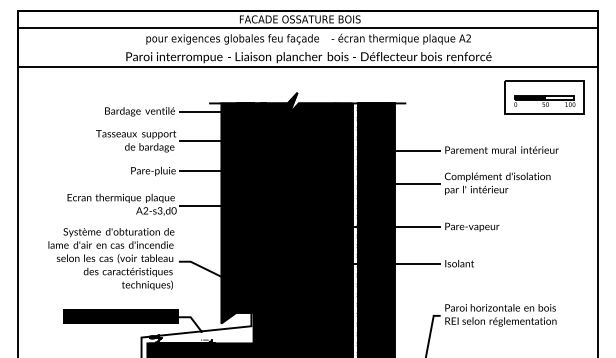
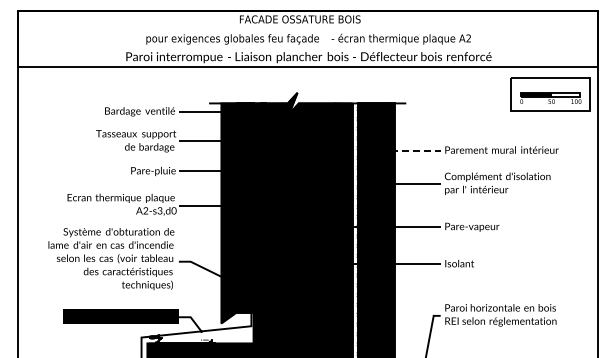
line at (307, 28): present -> none
part at (544, 97) position: (544, 97) -> (550, 94)
line at (416, 150): solid -> dashed
